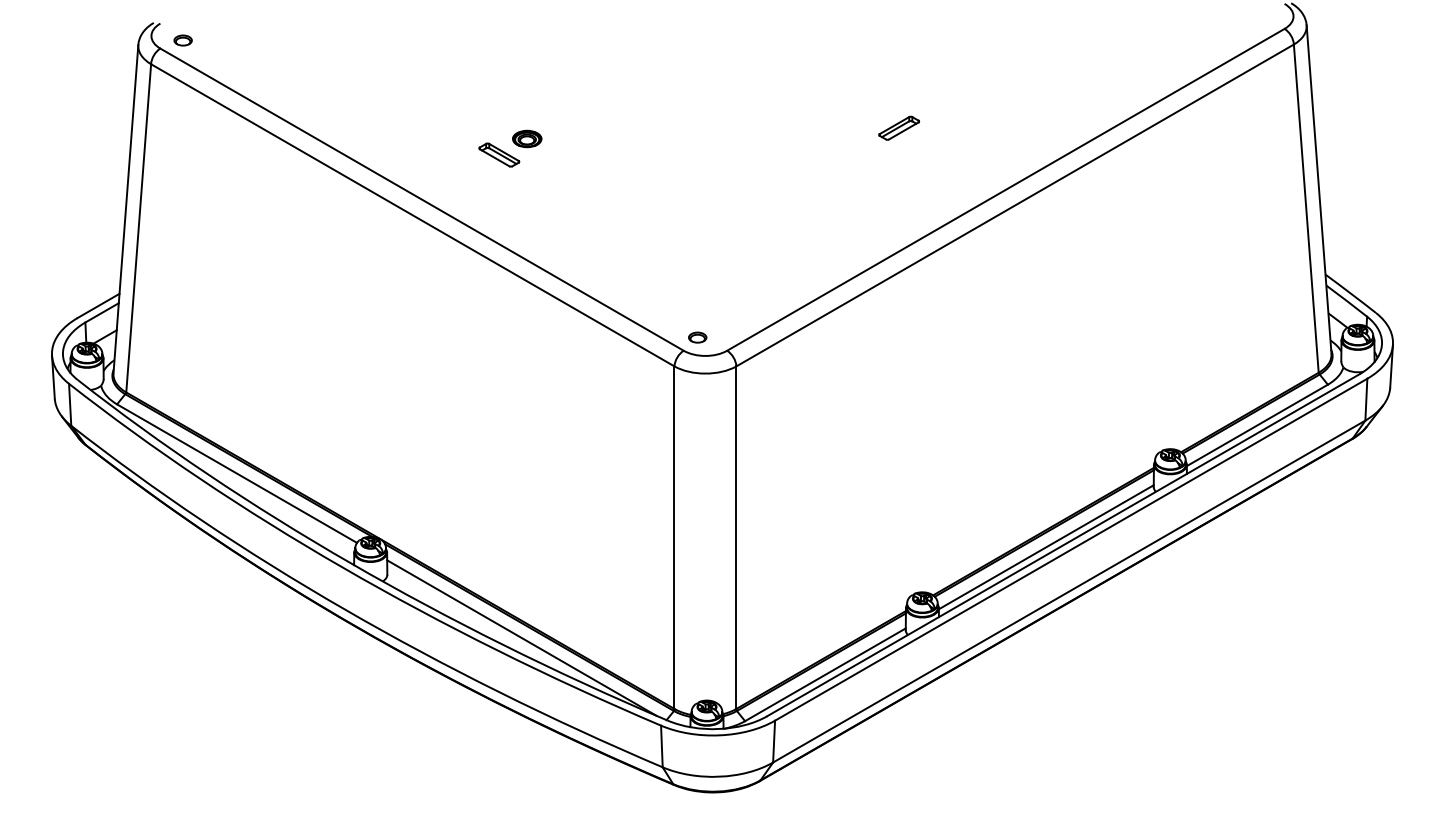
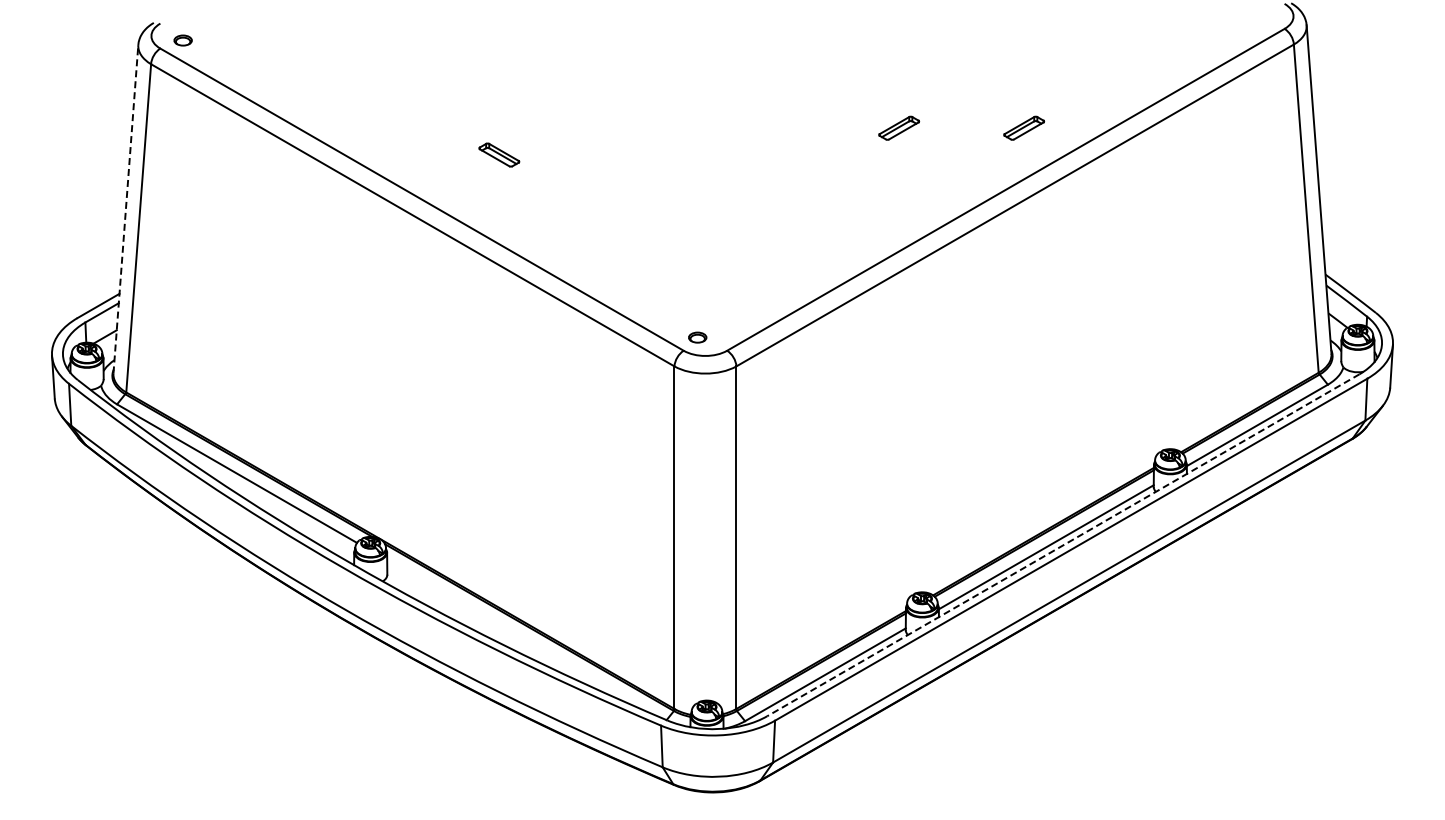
part at (1024, 127): none -> present
part at (527, 138): present -> none
line at (125, 209): solid -> dashed
line at (1063, 545): solid -> dashed
line at (521, 637): present -> none
